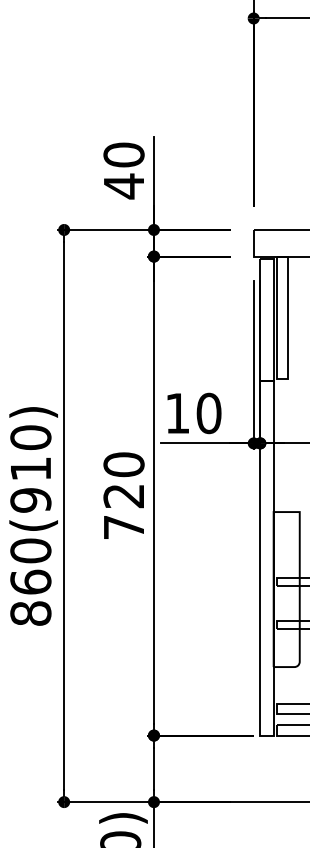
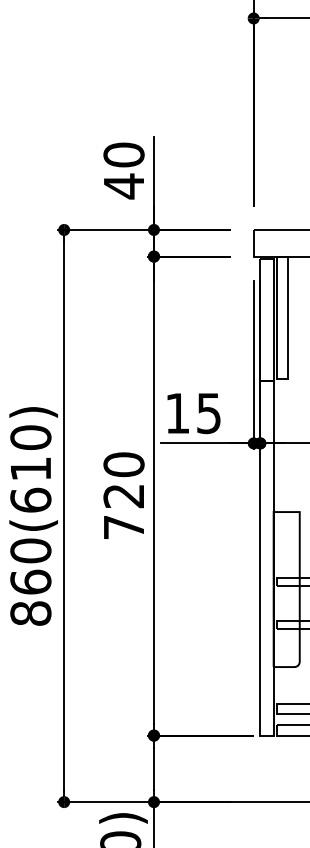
text at (208, 413): 10 -> 15
text at (30, 499): 860(910) -> 860(610)
